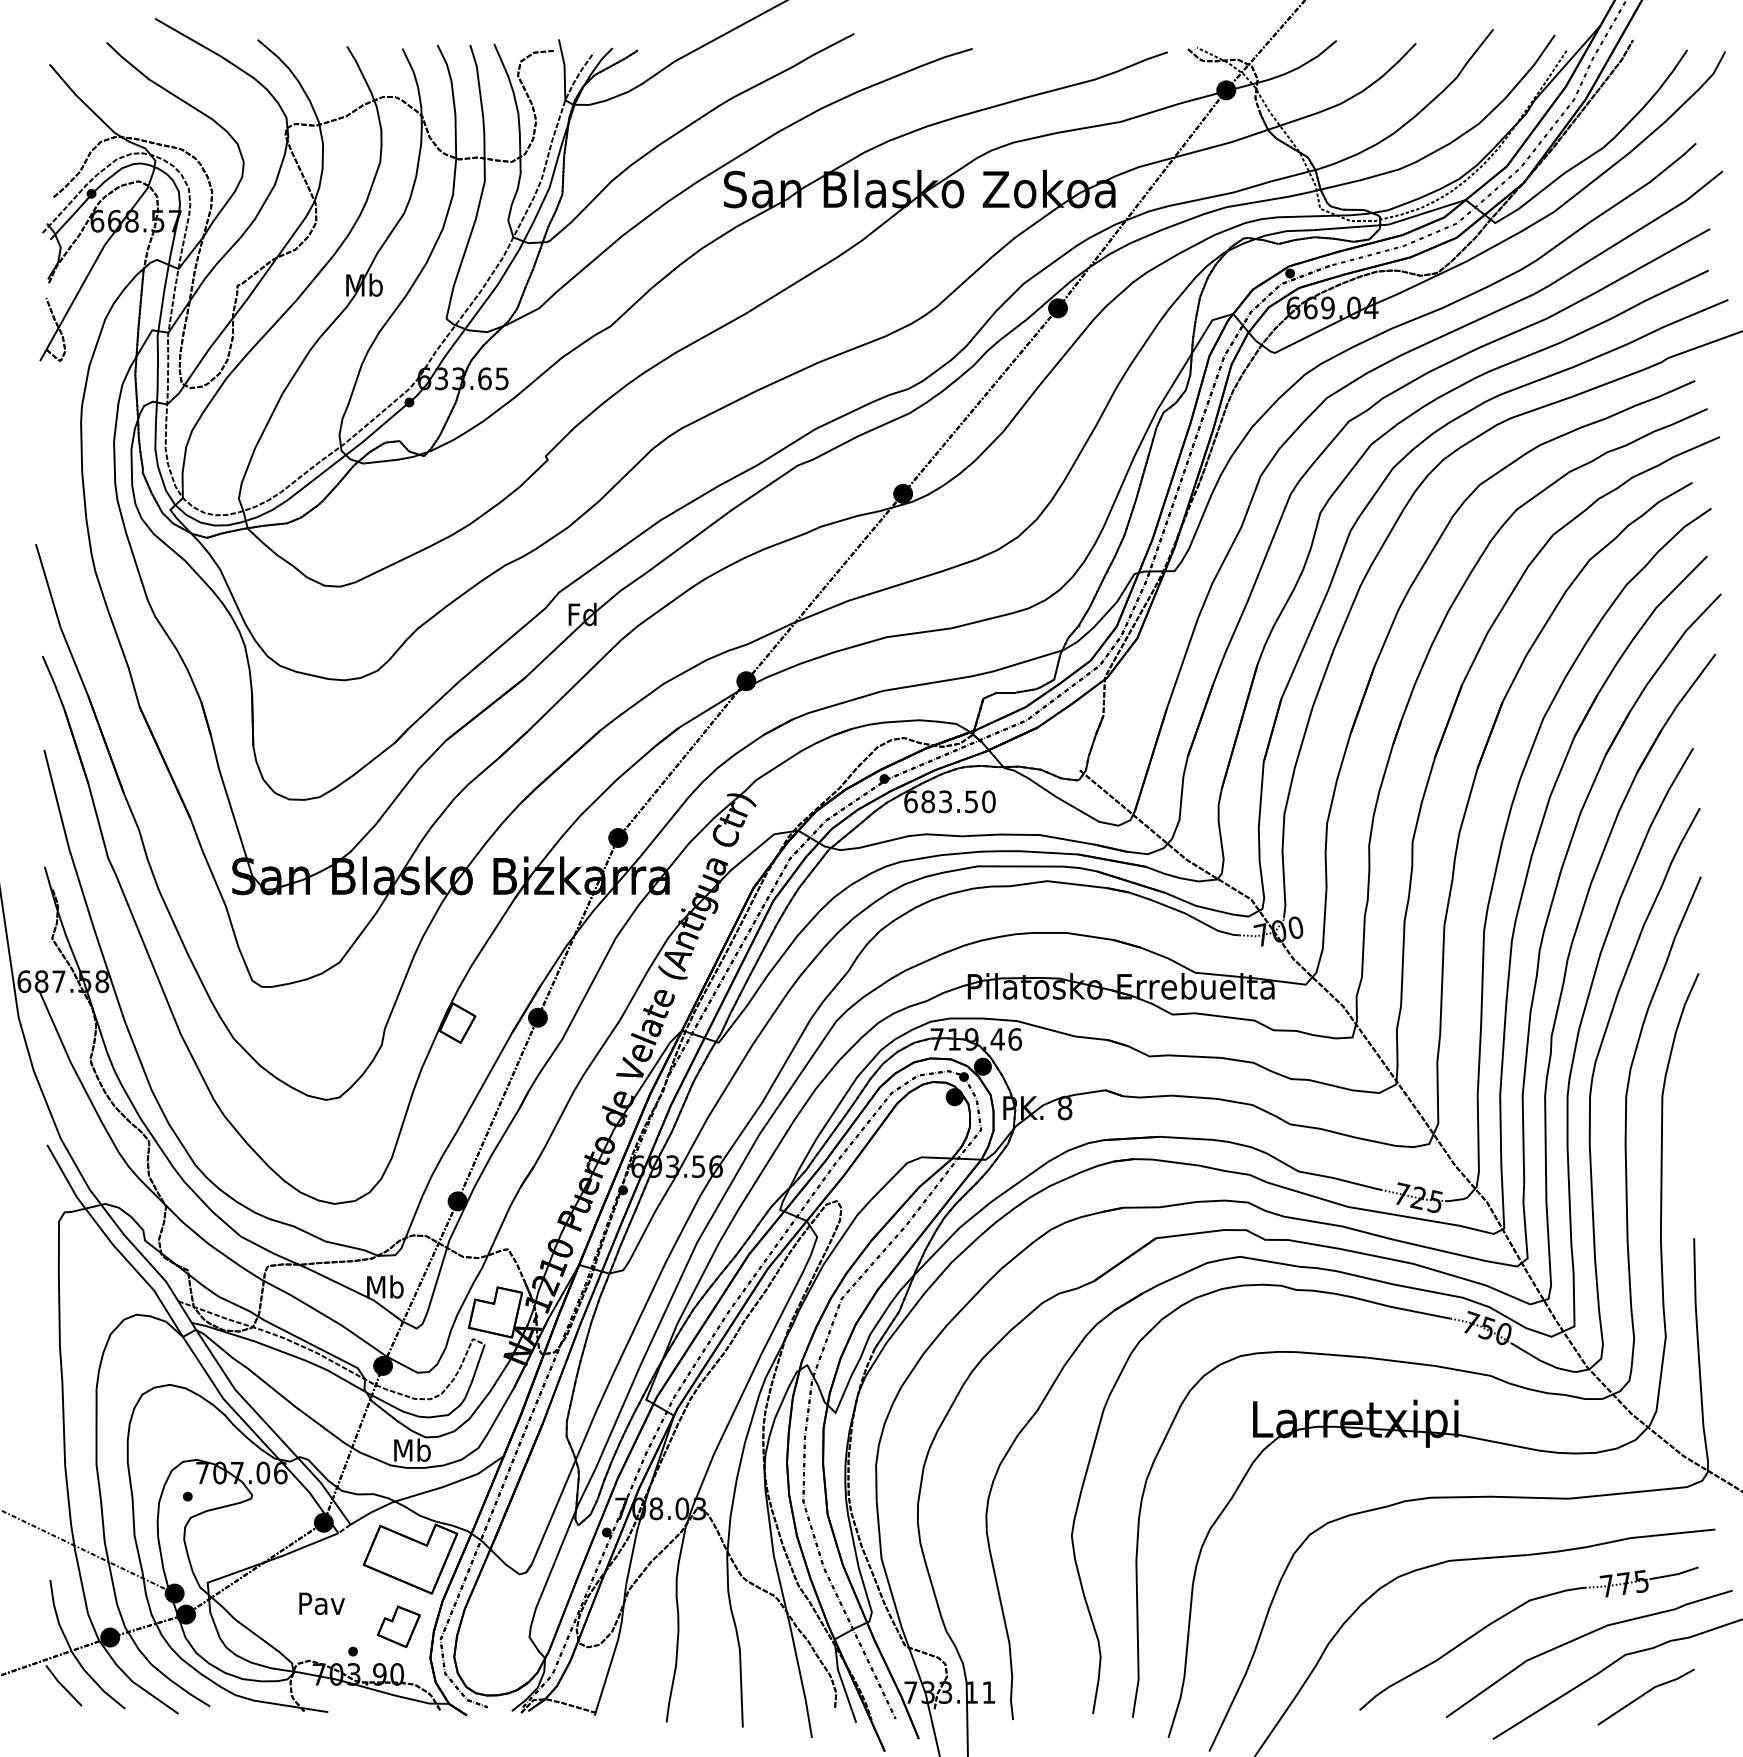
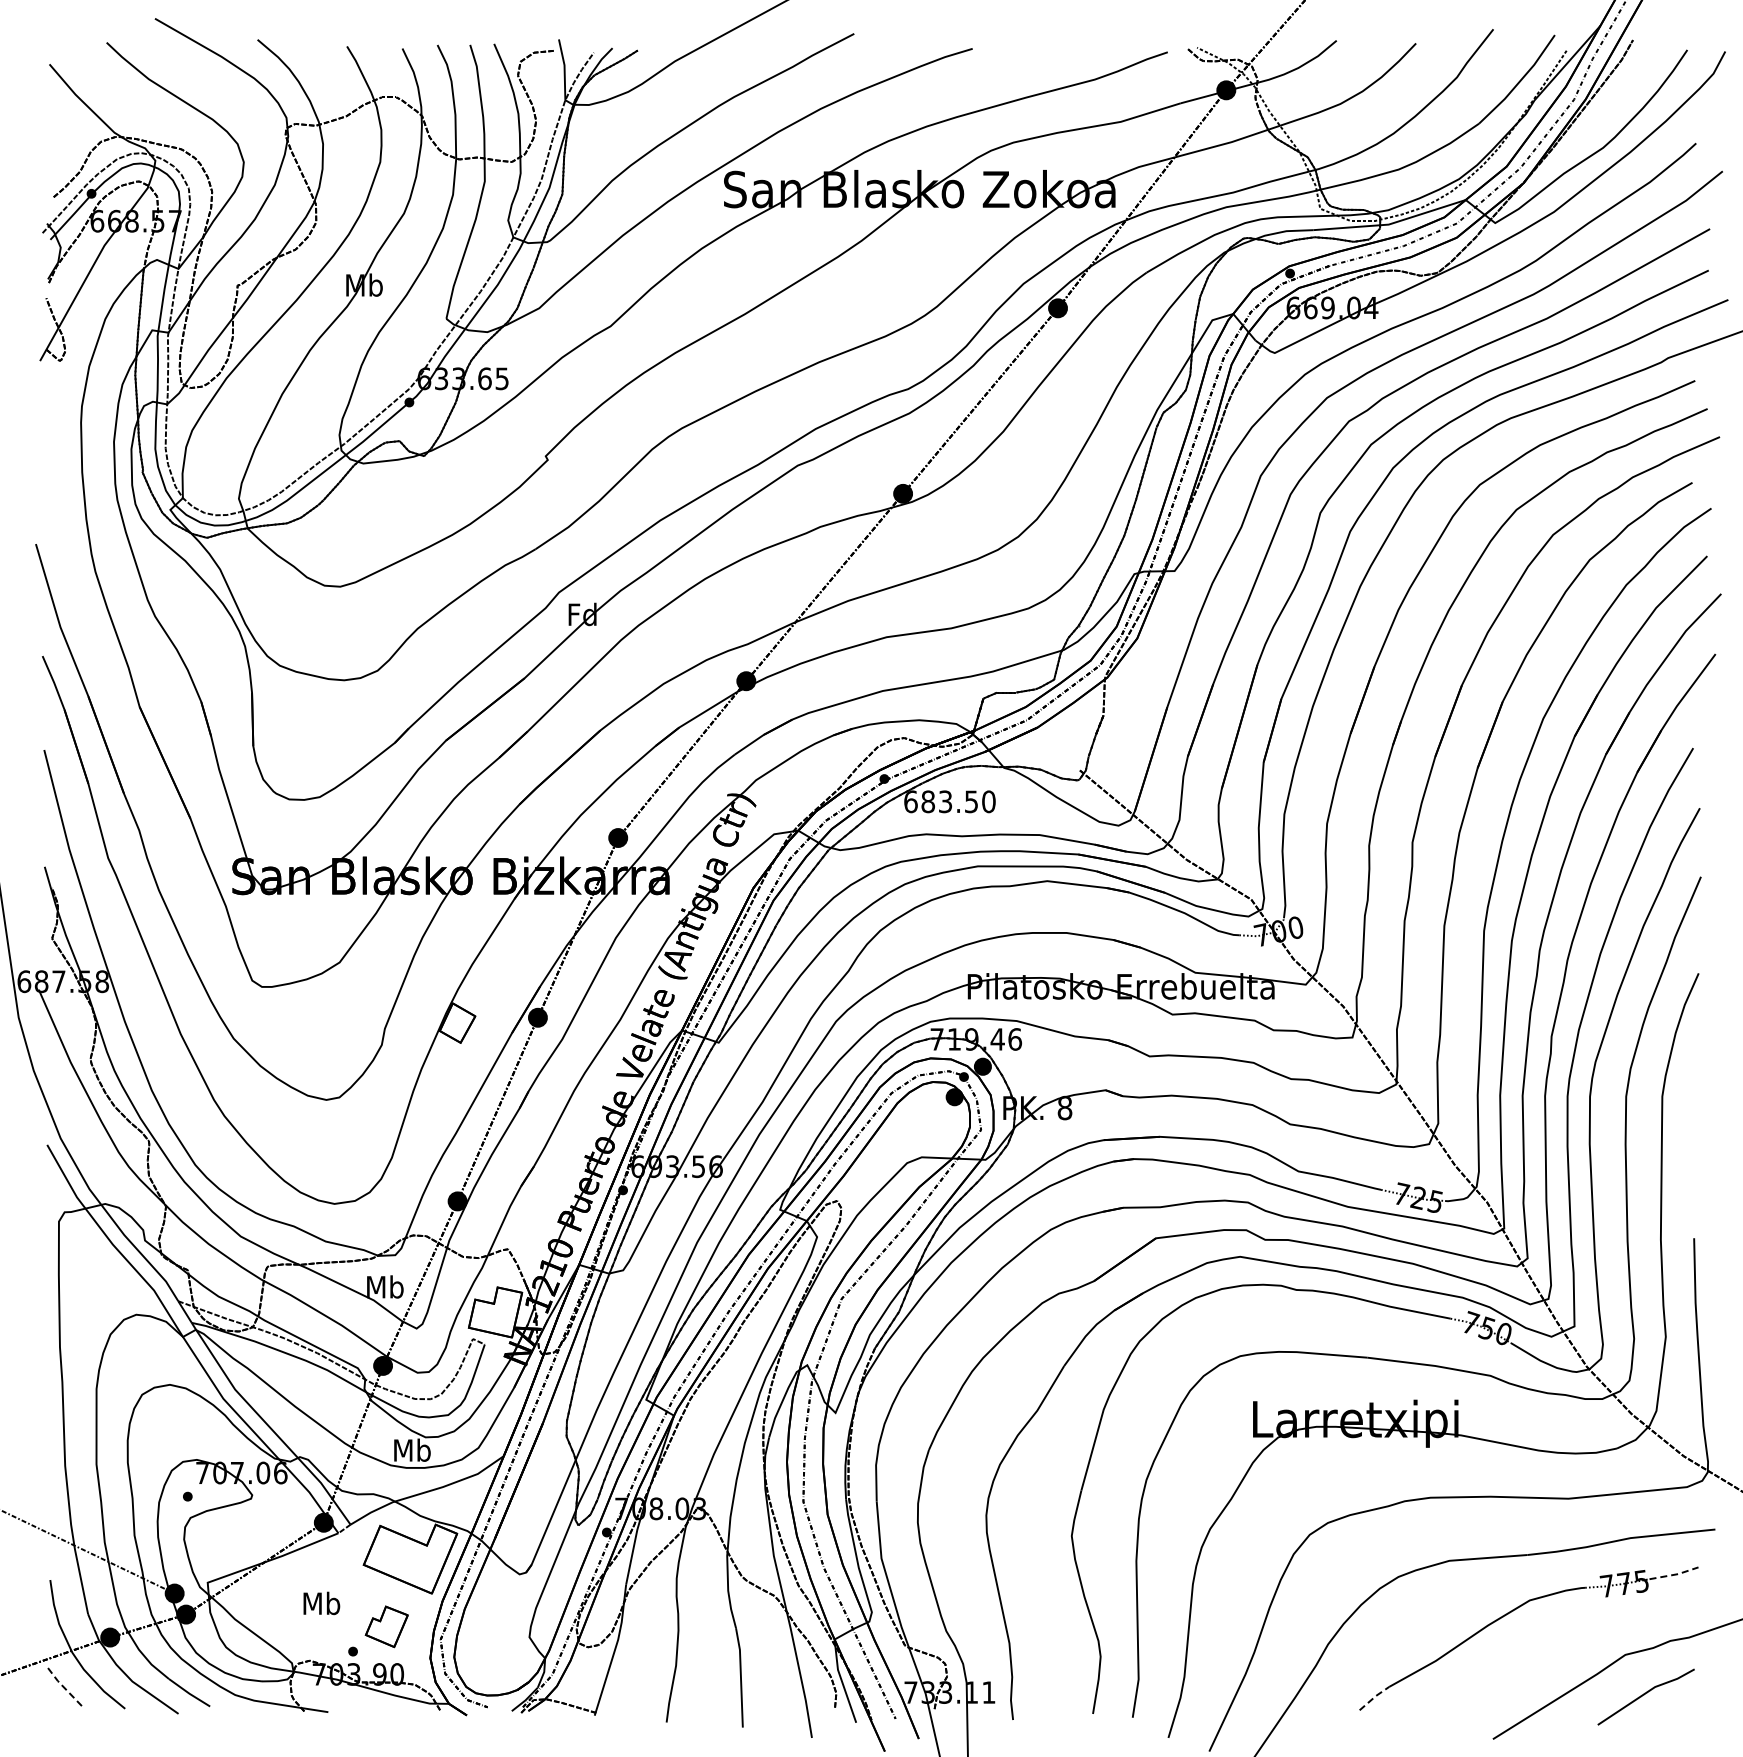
line at (1675, 1574): solid -> dashed
text at (321, 1603): Pav -> Mb
part at (398, 1626) position: (398, 1626) -> (386, 1626)
curve at (1580, 1638): present -> none
line at (62, 1686): solid -> dashed
line at (1374, 1697): solid -> dashed
